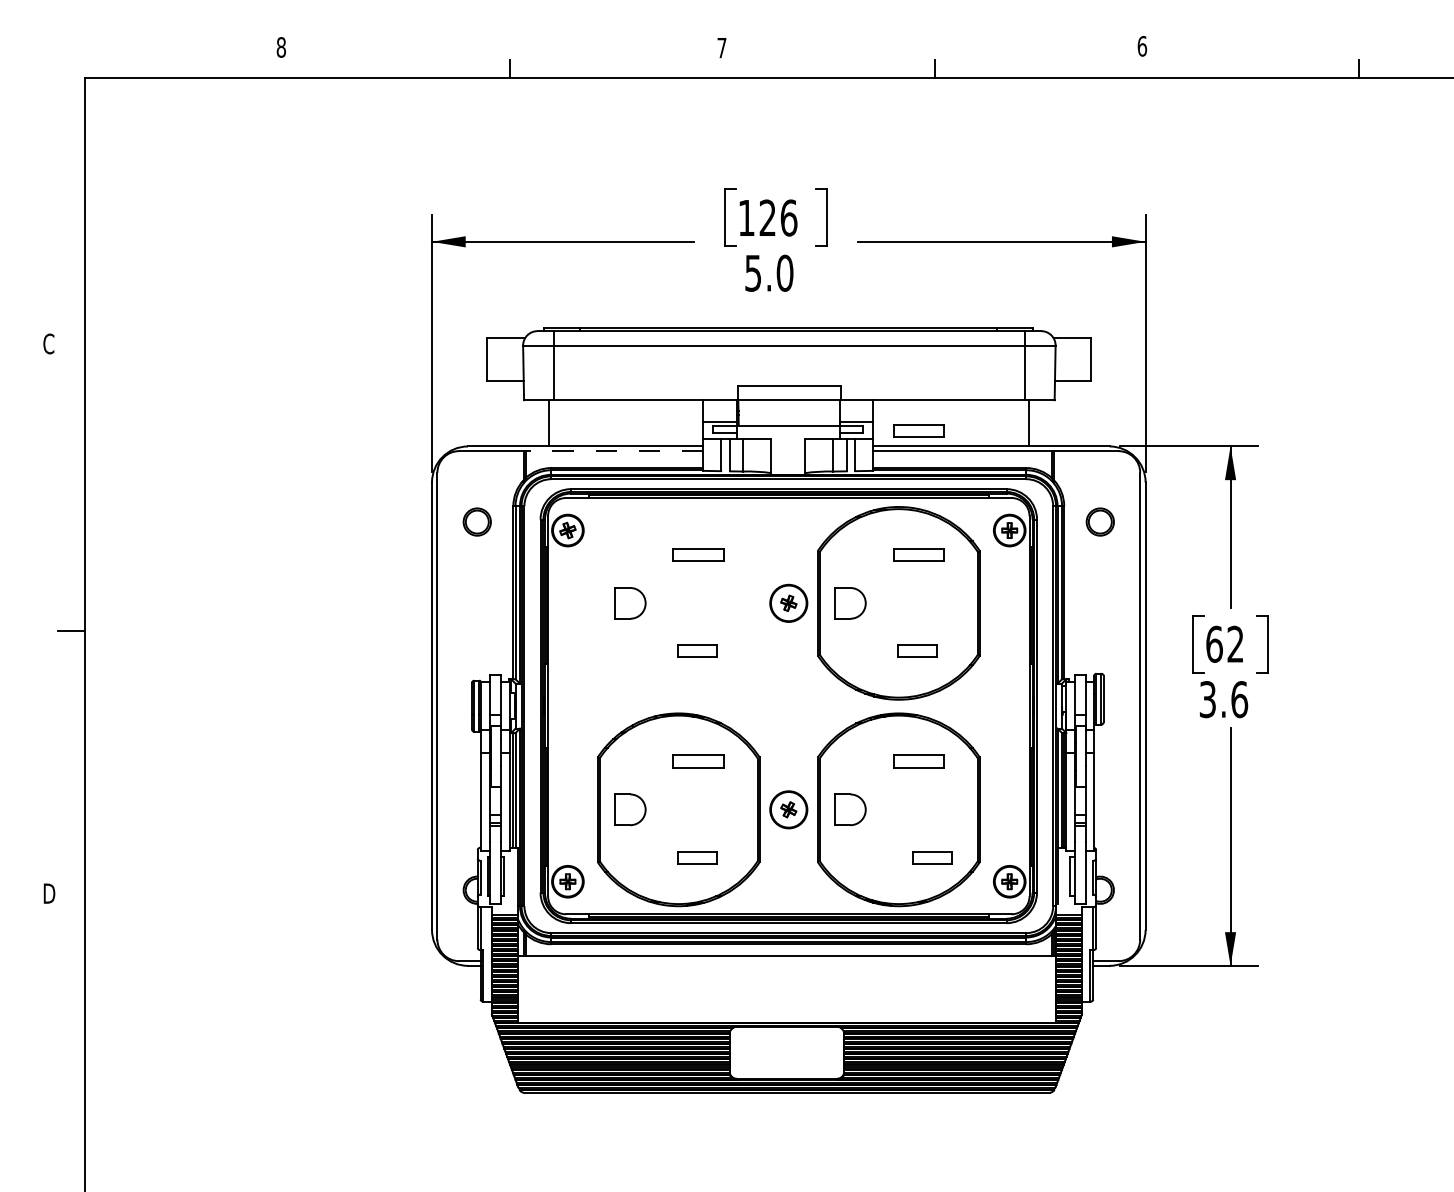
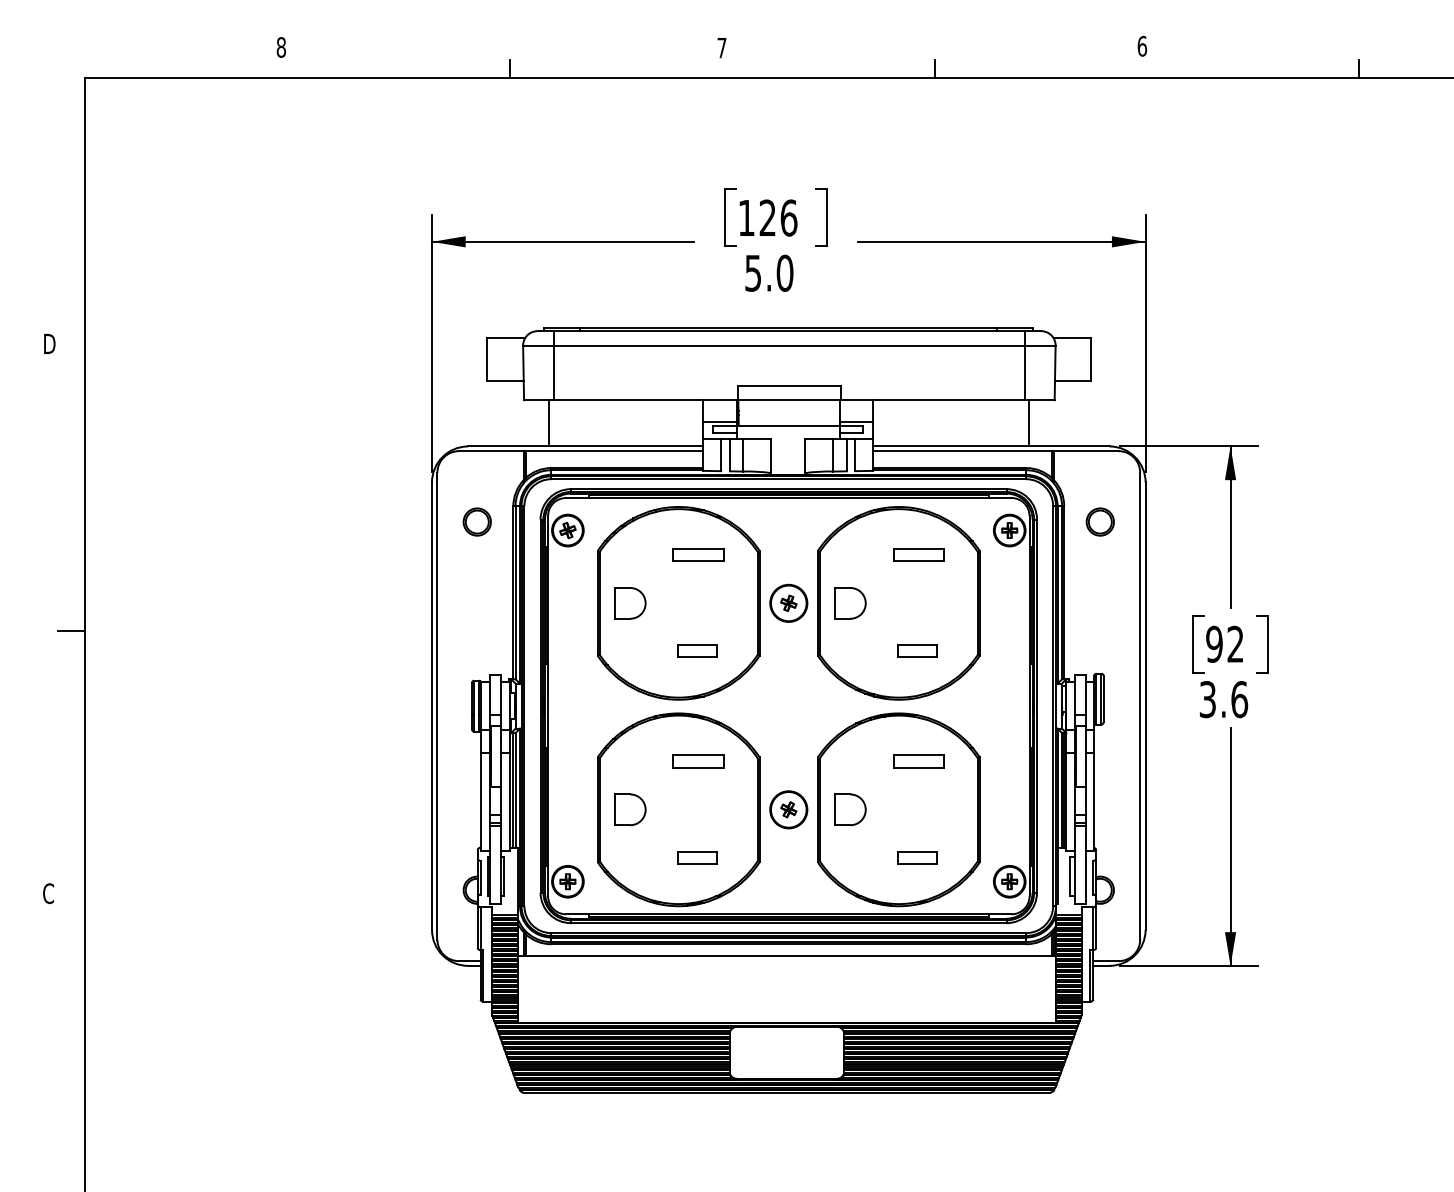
text at (49, 343): C -> D
part at (918, 430): present -> none
line at (614, 451): dashed -> solid
part at (678, 603): none -> present
text at (1214, 643): 62 -> 92
part at (932, 857) position: (932, 857) -> (917, 857)
text at (49, 893): D -> C
